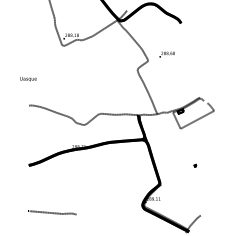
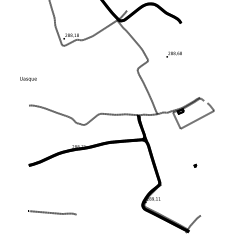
text at (166, 54) position: (166, 54) -> (173, 54)
